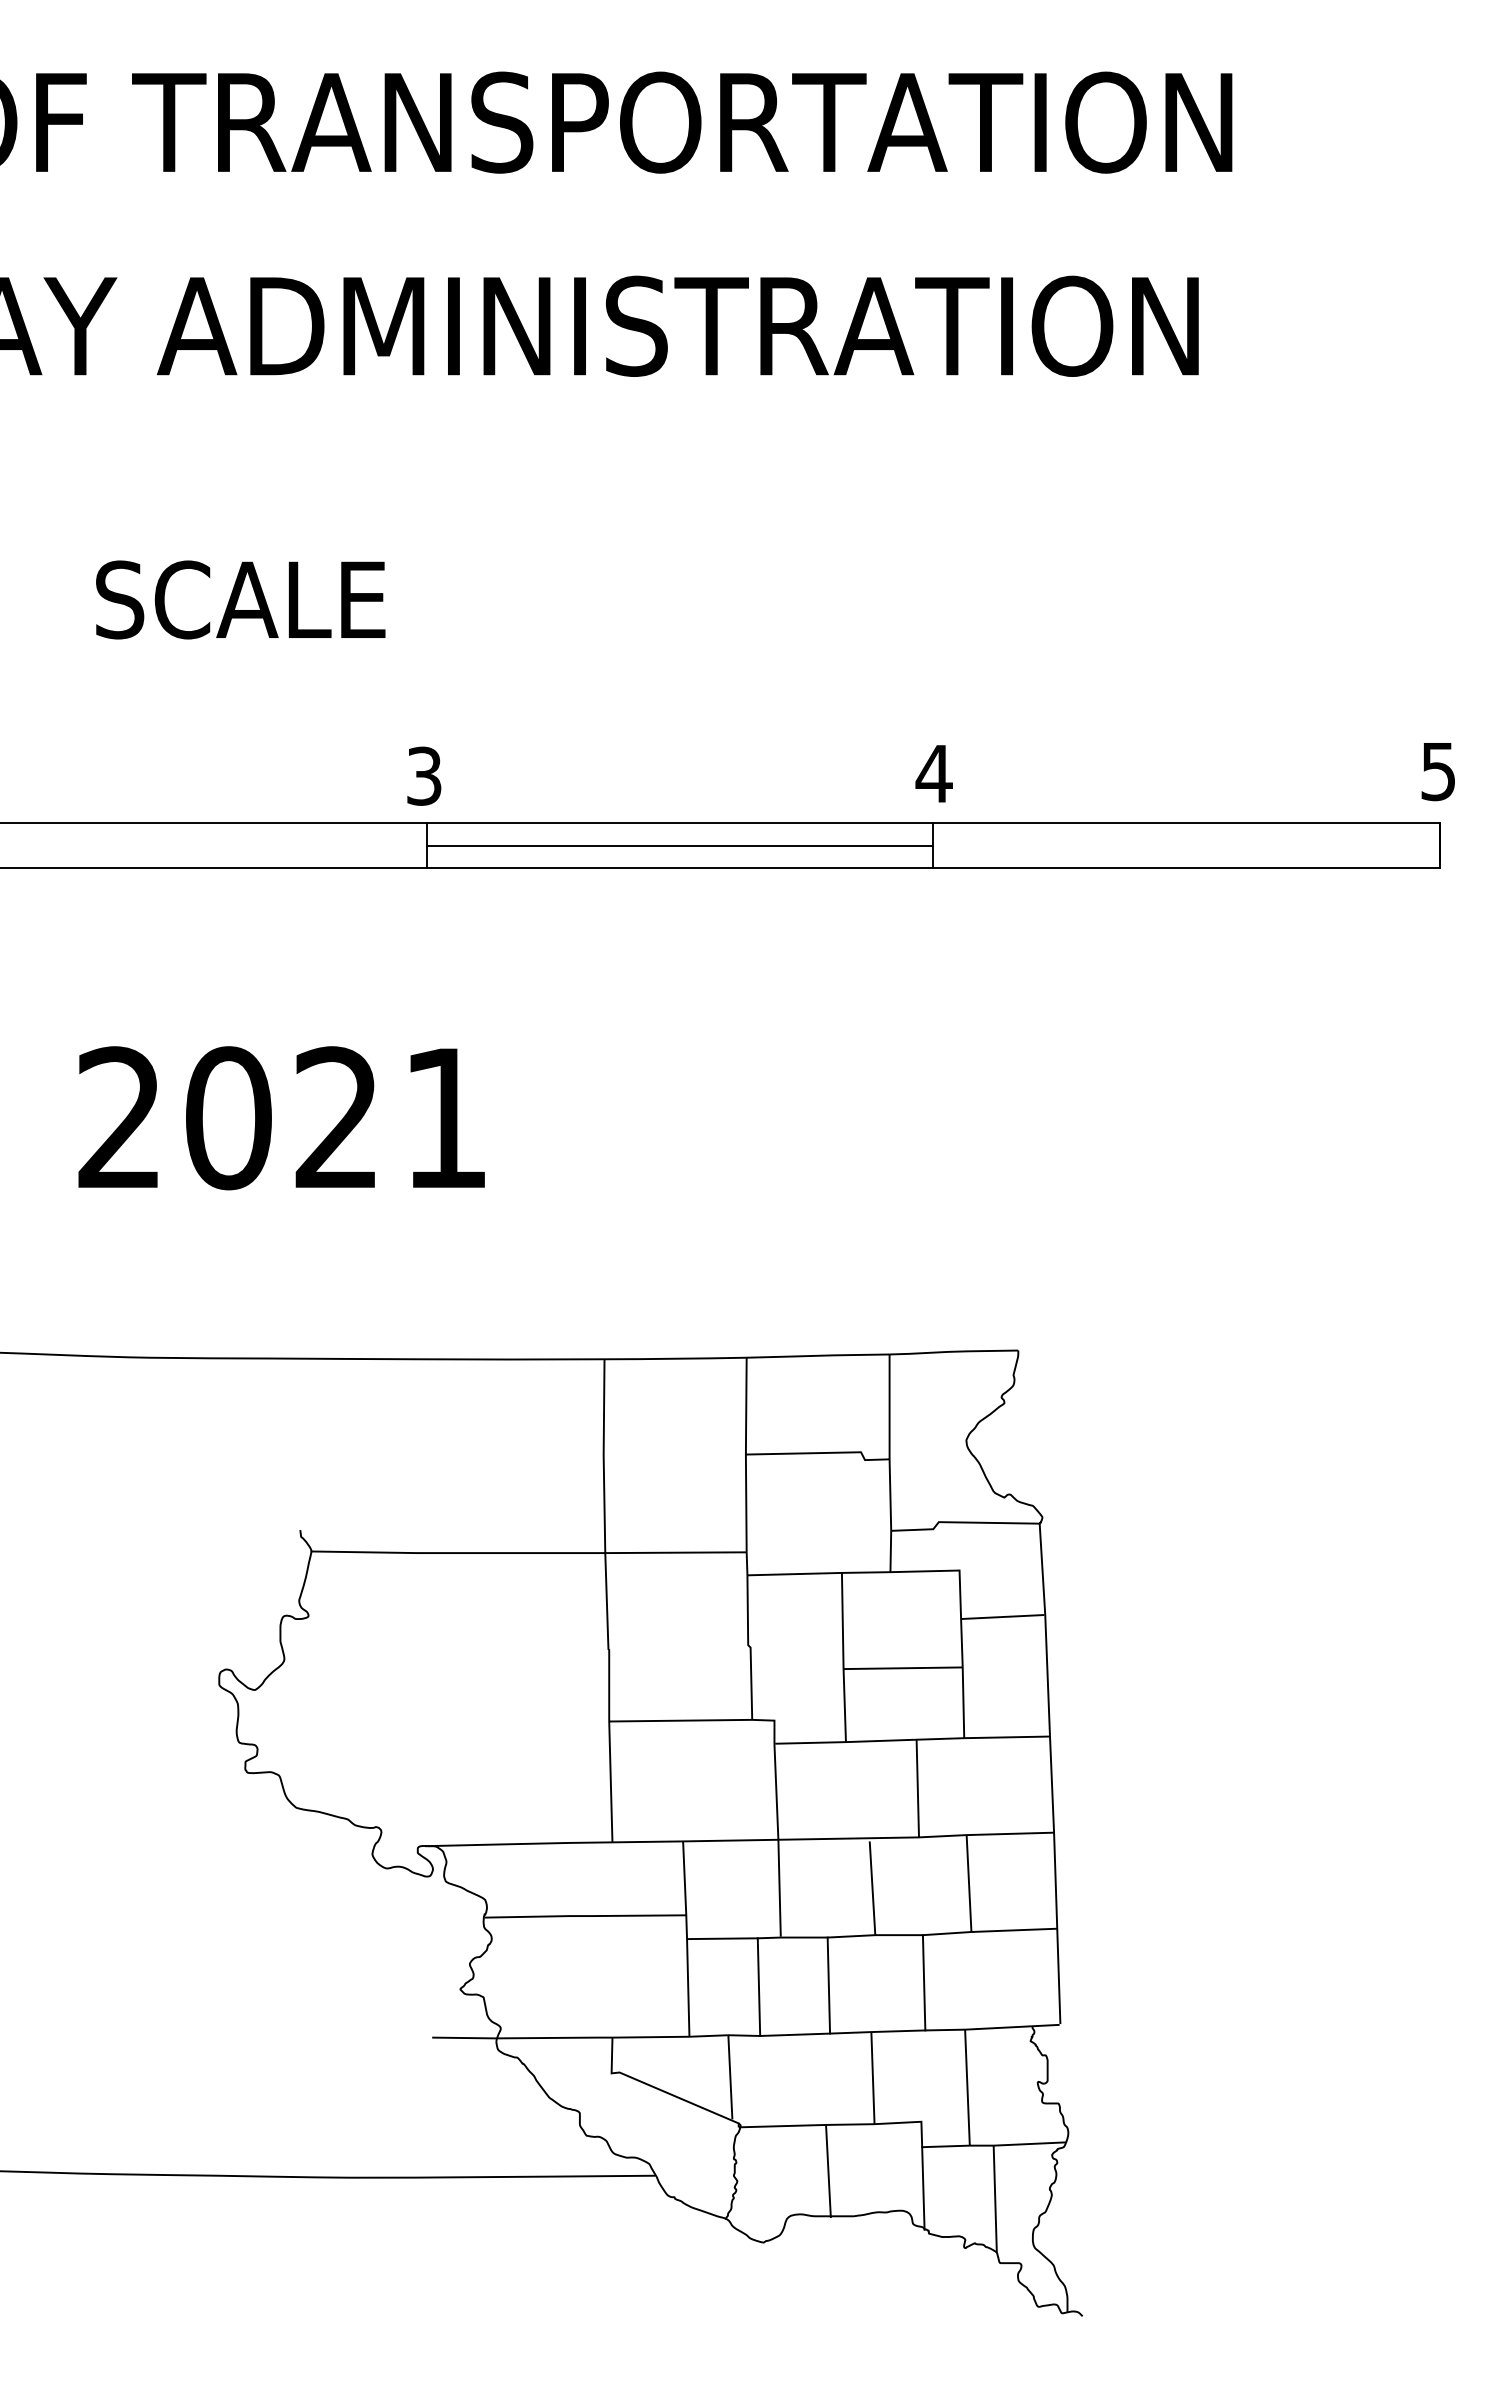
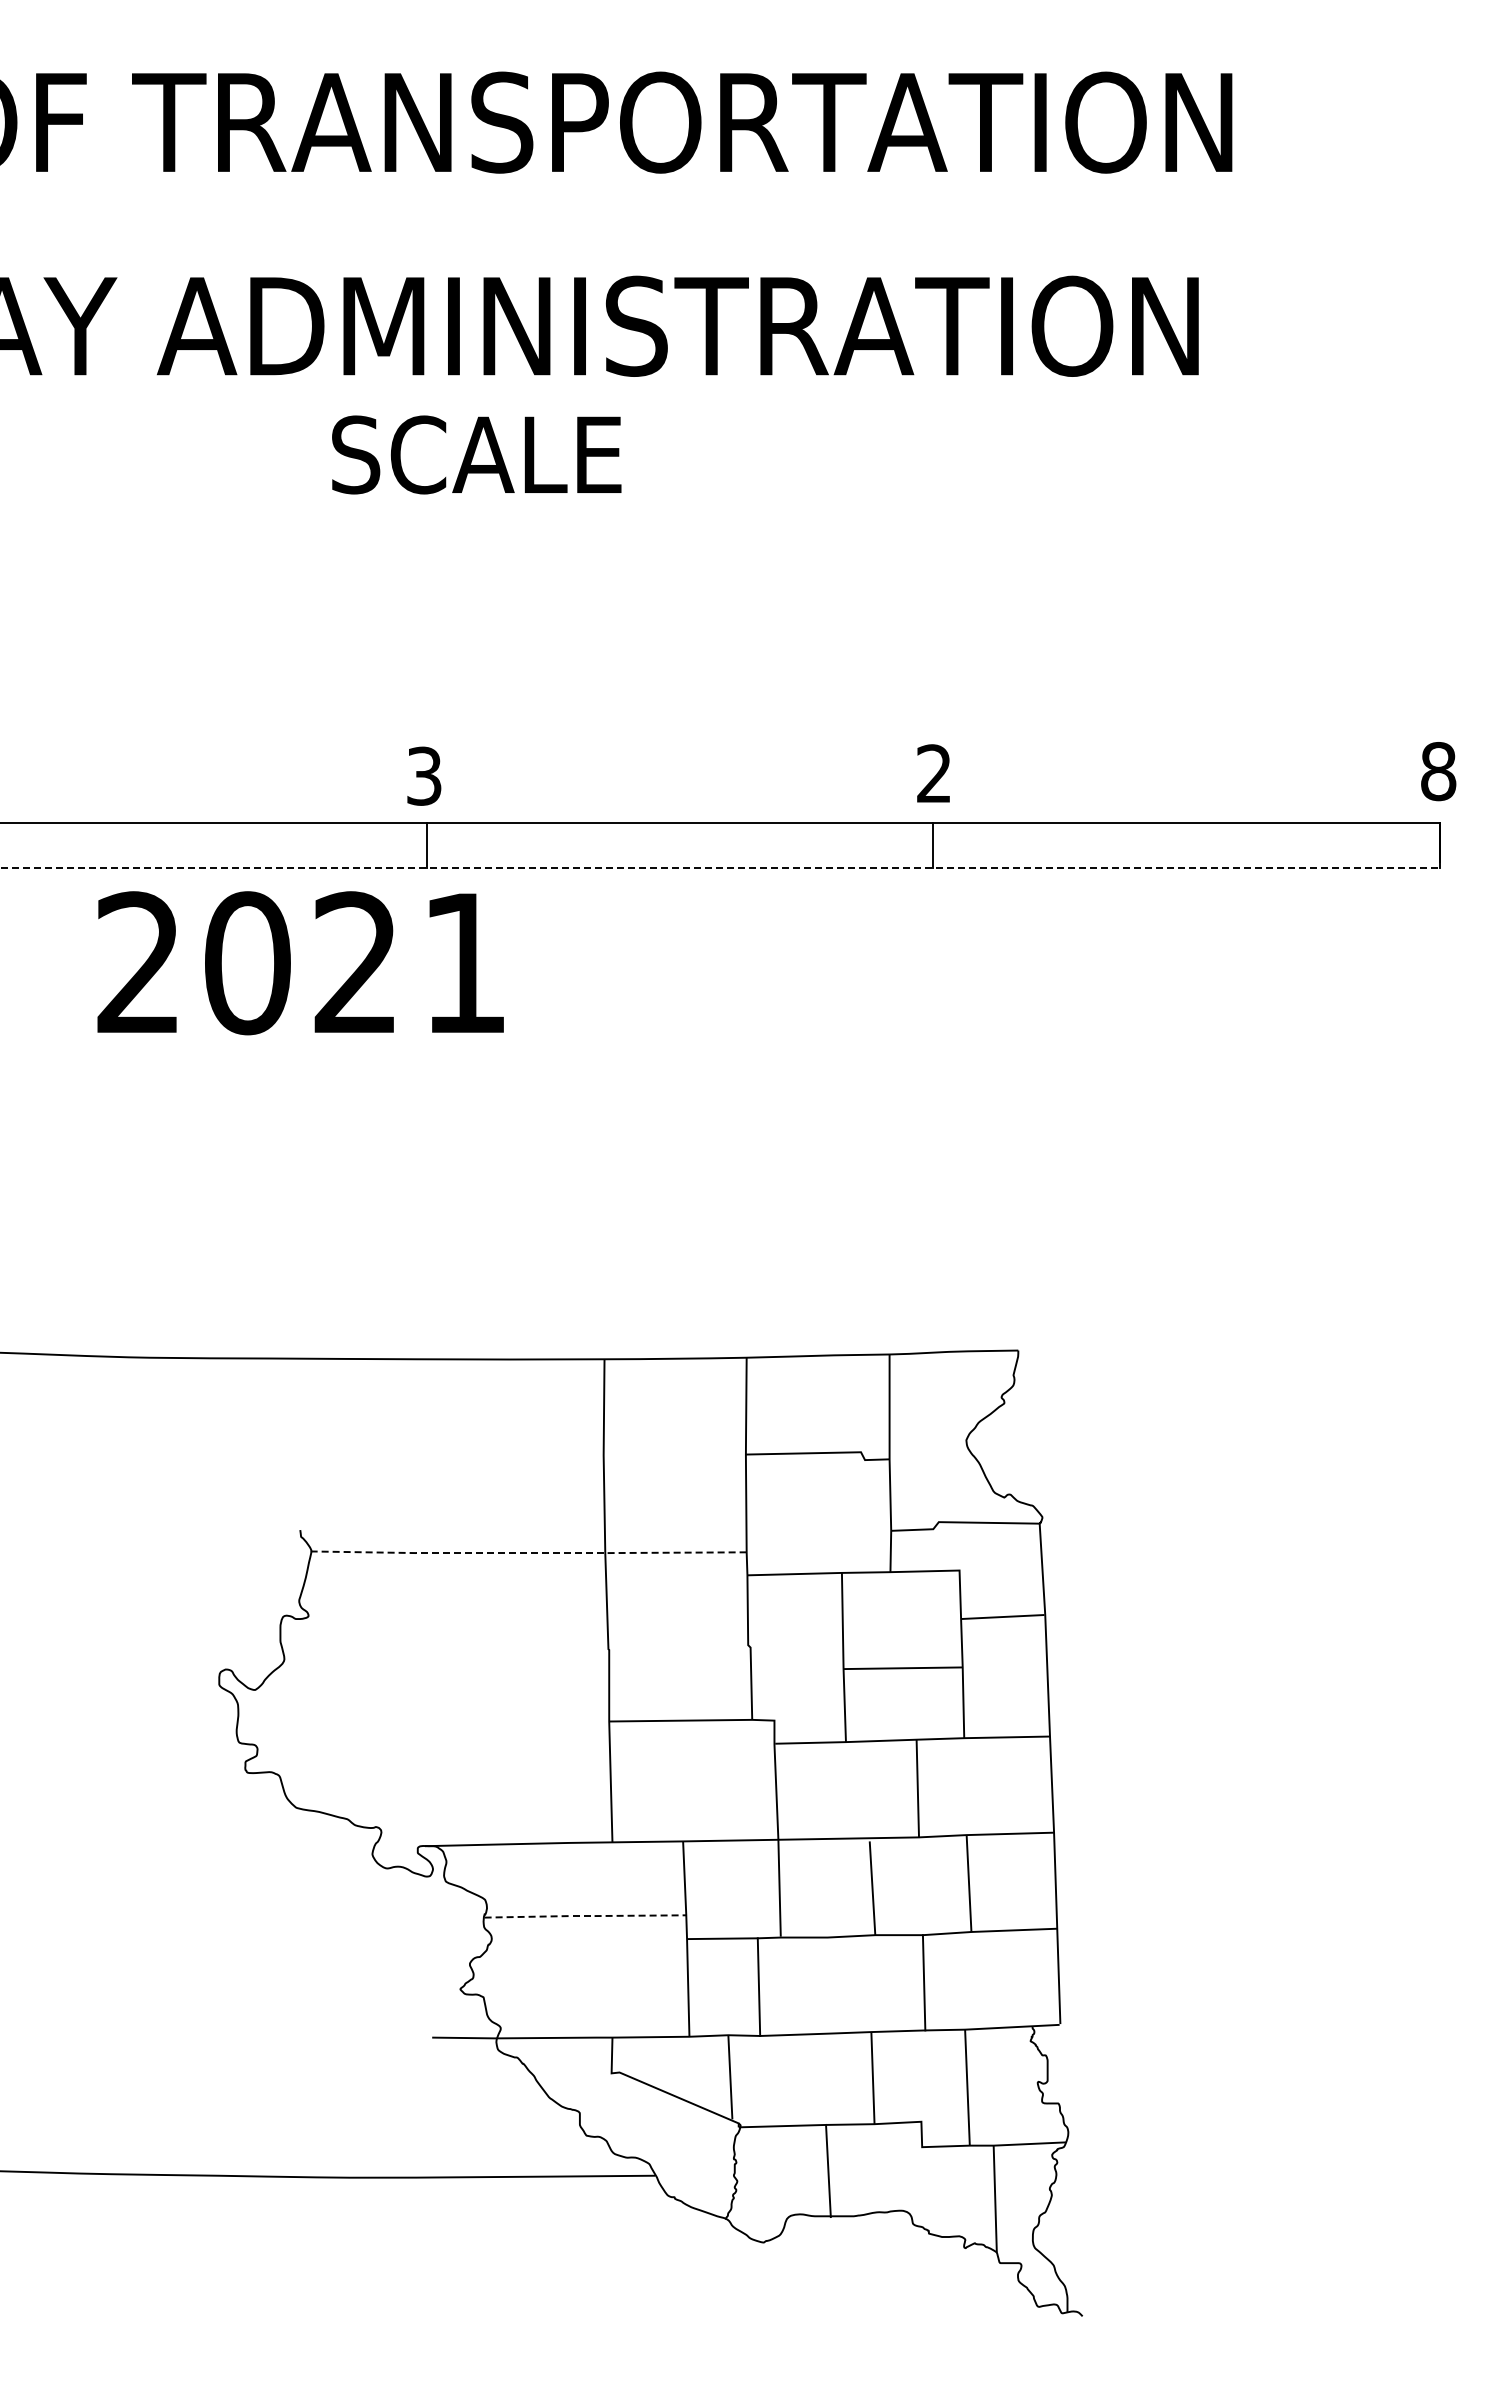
text at (240, 599) position: (240, 599) -> (476, 454)
text at (1438, 771): 5 -> 8
text at (933, 773): 4 -> 2
line at (678, 846): present -> none
line at (720, 868): solid -> dashed
text at (281, 1118) position: (281, 1118) -> (300, 963)
line at (528, 1553): solid -> dashed
line at (585, 1916): solid -> dashed
line at (828, 1985): present -> none
line at (923, 2188): present -> none
